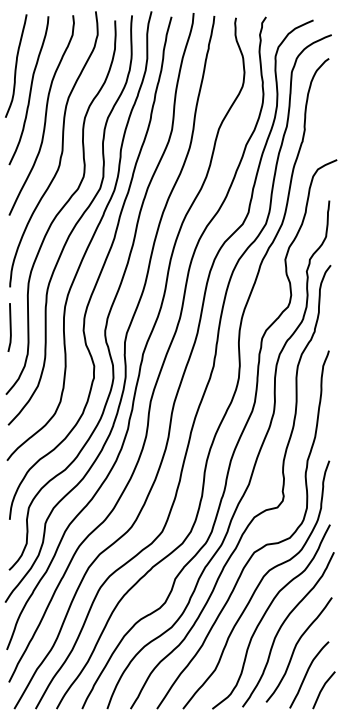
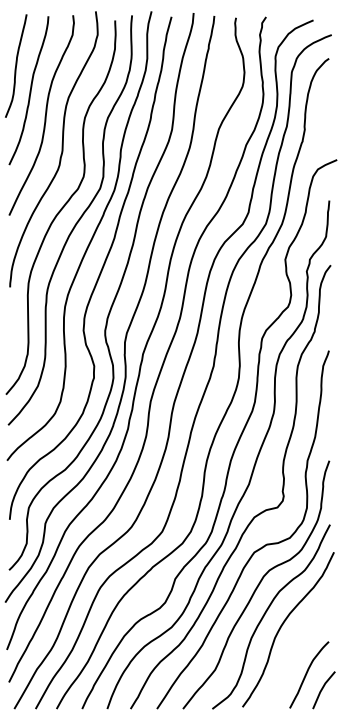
line at (9, 327): present -> none
curve at (296, 647): present -> none
